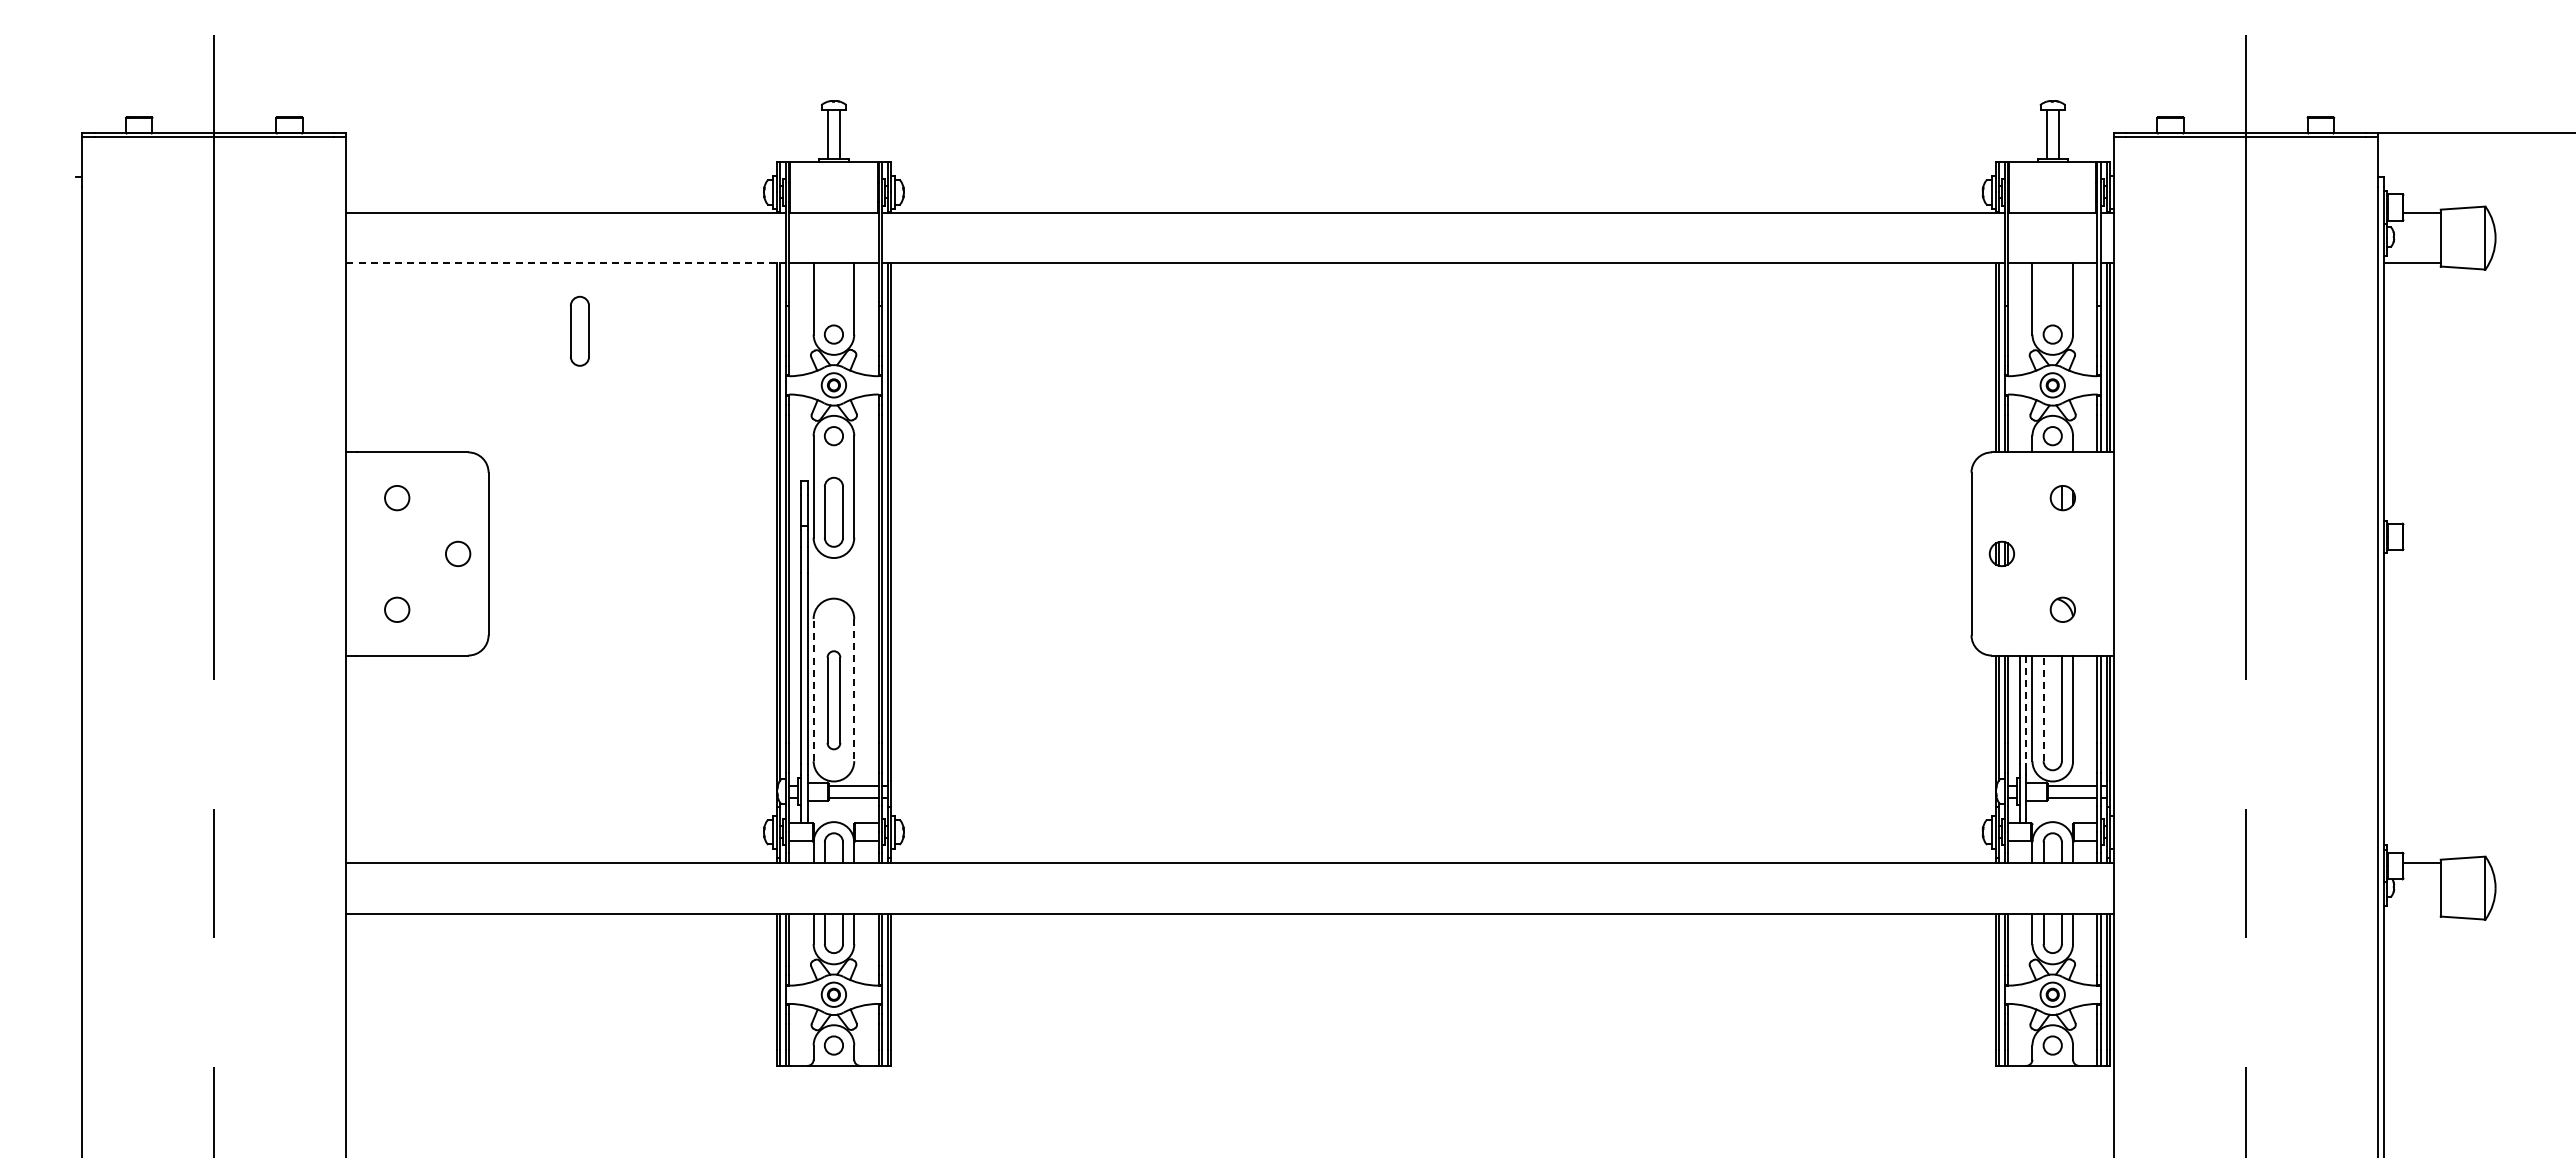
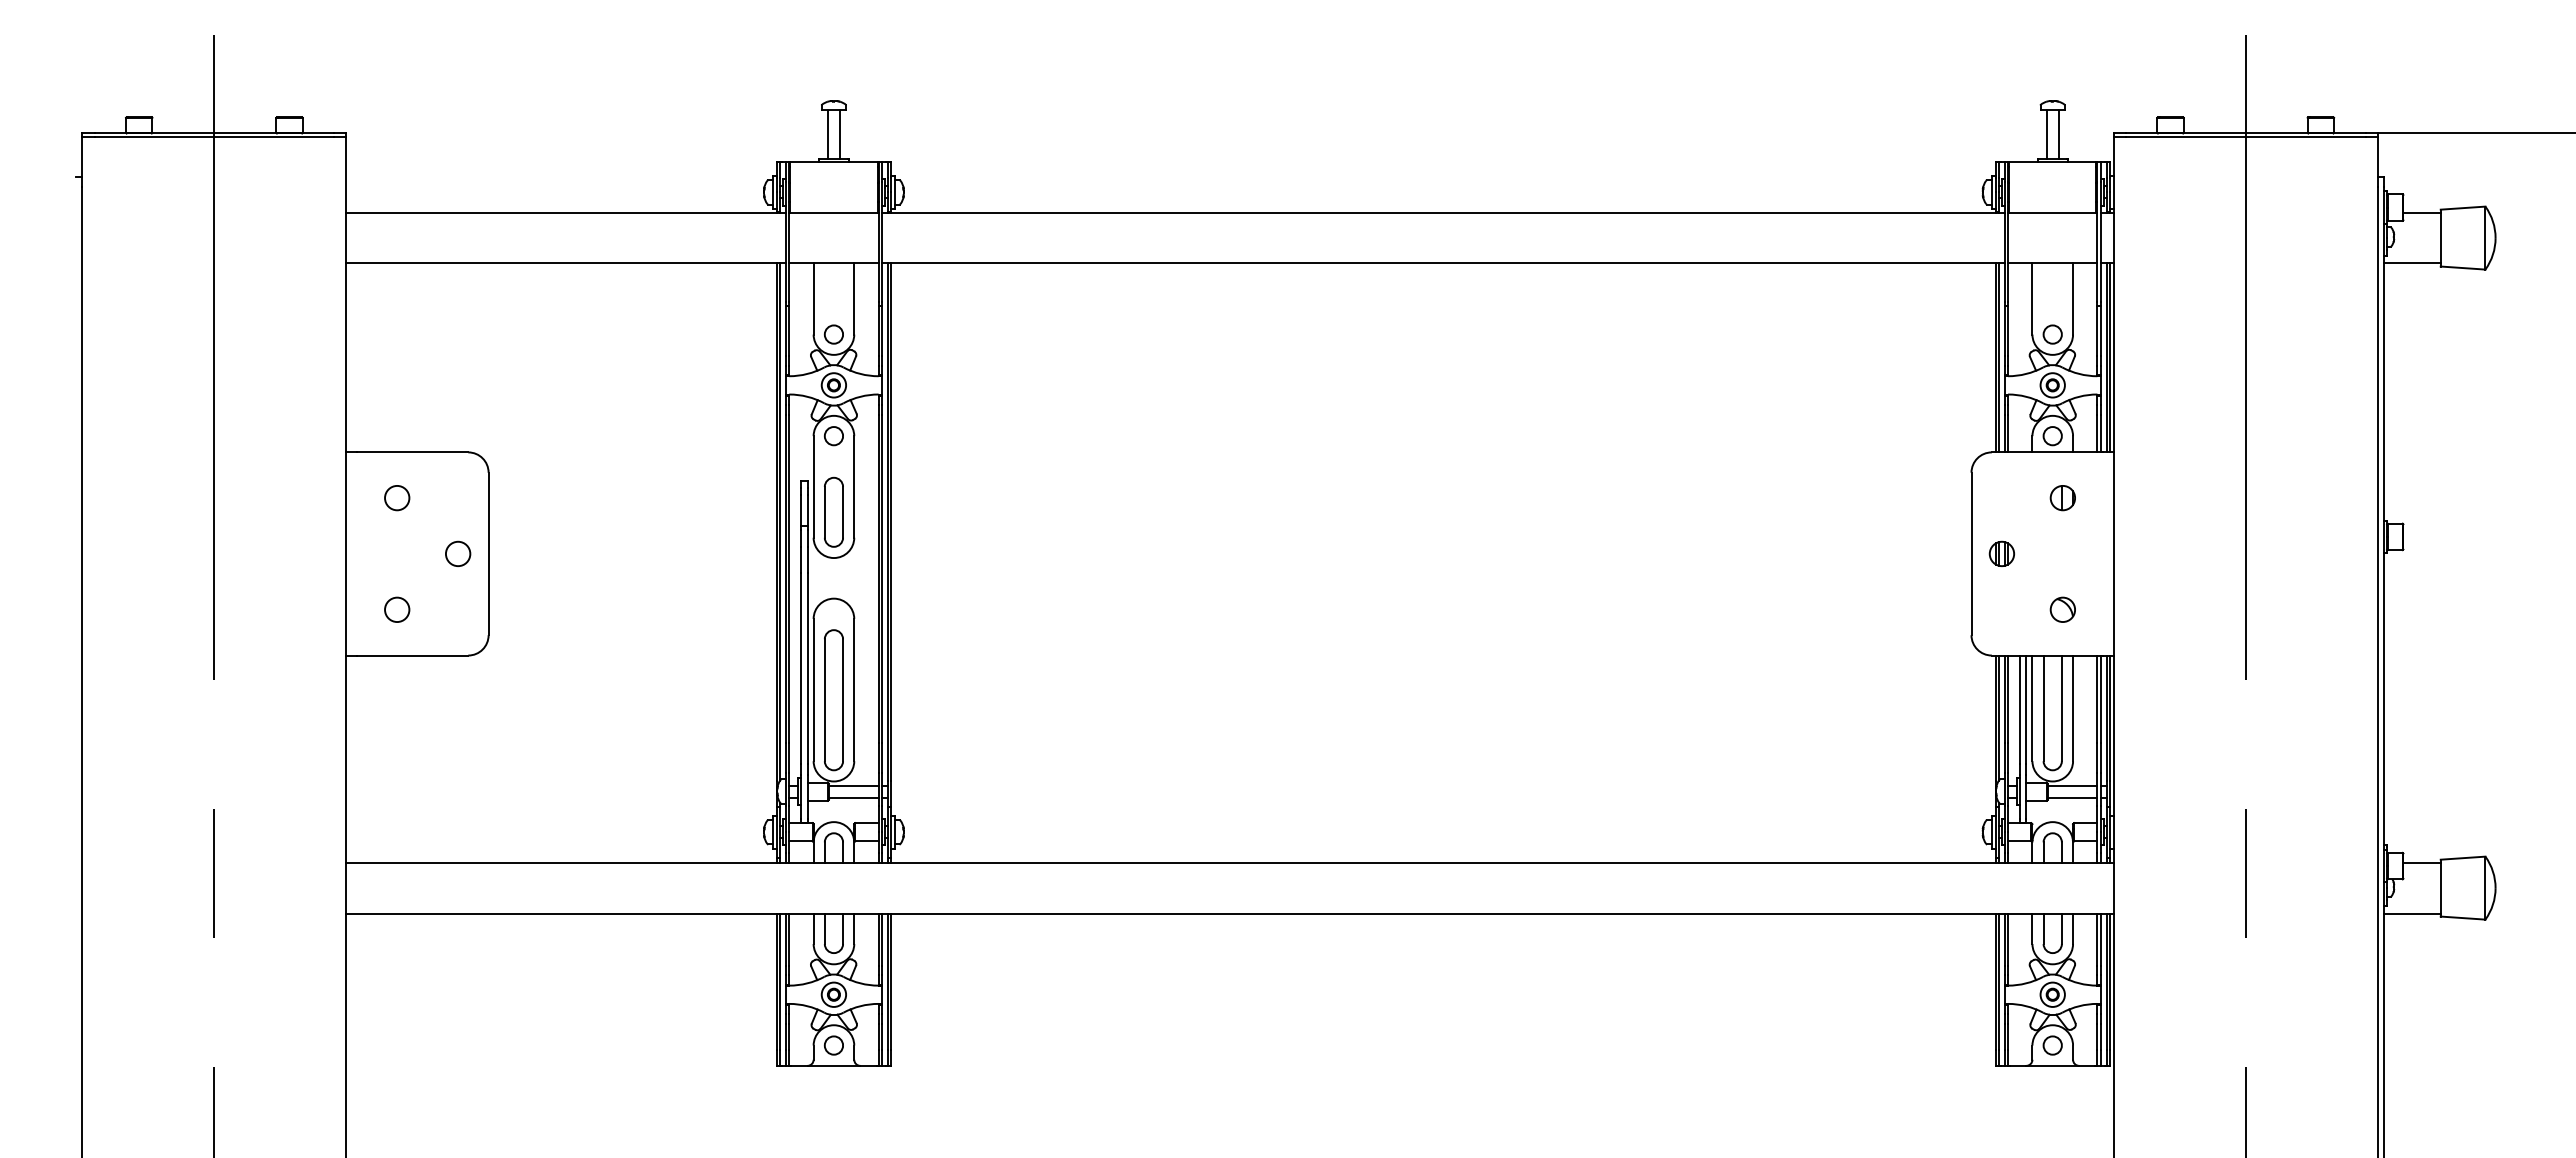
line at (566, 263): dashed -> solid
part at (579, 330): present -> none
line at (813, 689): dashed -> solid
line at (854, 690): dashed -> solid
part at (833, 700) size: 16x101 px -> 20x143 px
line at (2043, 708): dashed -> solid
line at (2026, 710): dashed -> solid
line at (2411, 913): none -> present
